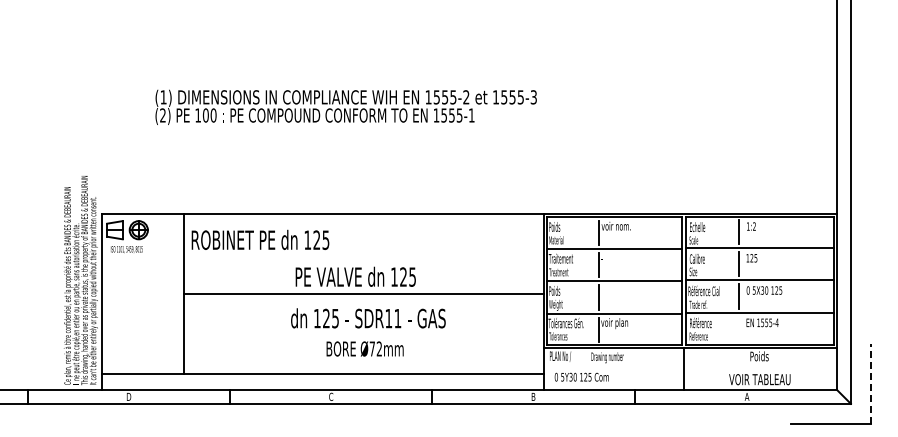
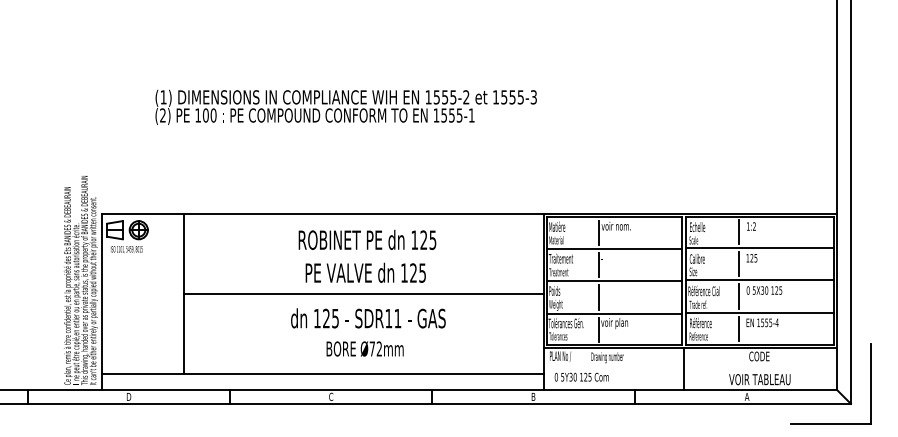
text at (557, 226): Poids -> Matière
text at (260, 239) position: (260, 239) -> (367, 239)
text at (355, 276) position: (355, 276) -> (365, 272)
line at (739, 328): none -> present
text at (759, 356): Poids -> CODE
line at (871, 383): dashed -> solid
